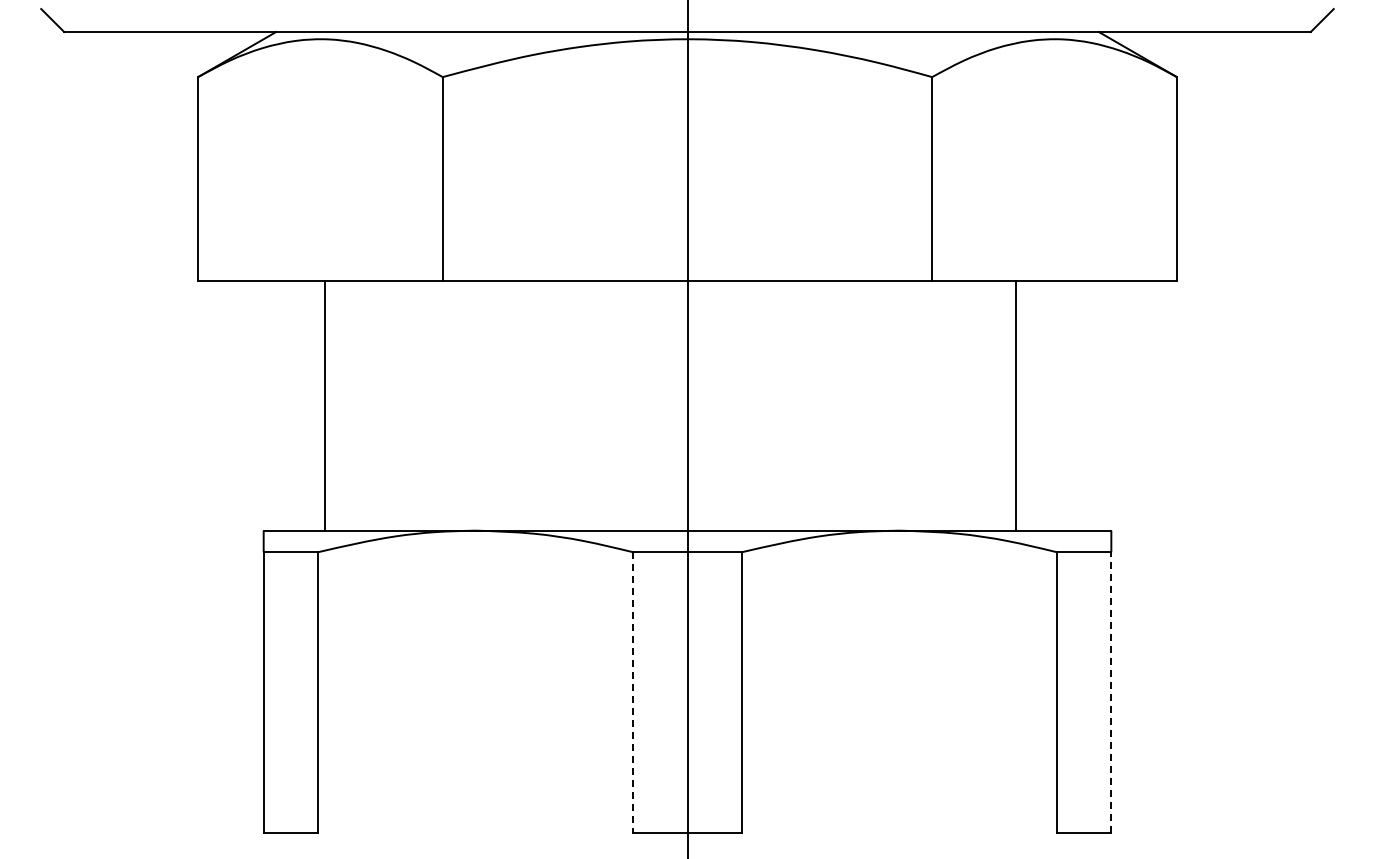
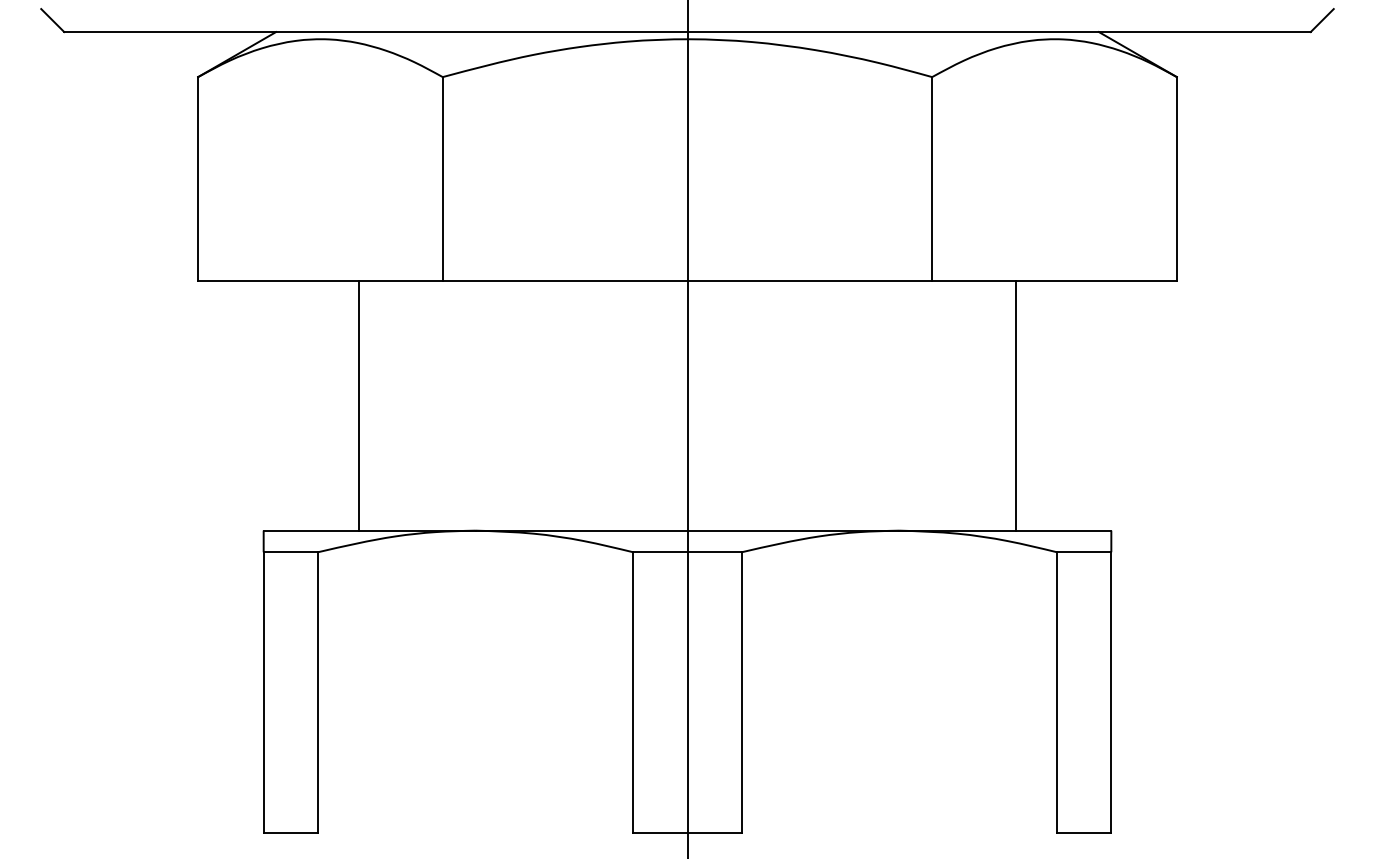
line at (325, 405) position: (325, 405) -> (359, 405)
line at (1111, 692): dashed -> solid
line at (633, 693): dashed -> solid
